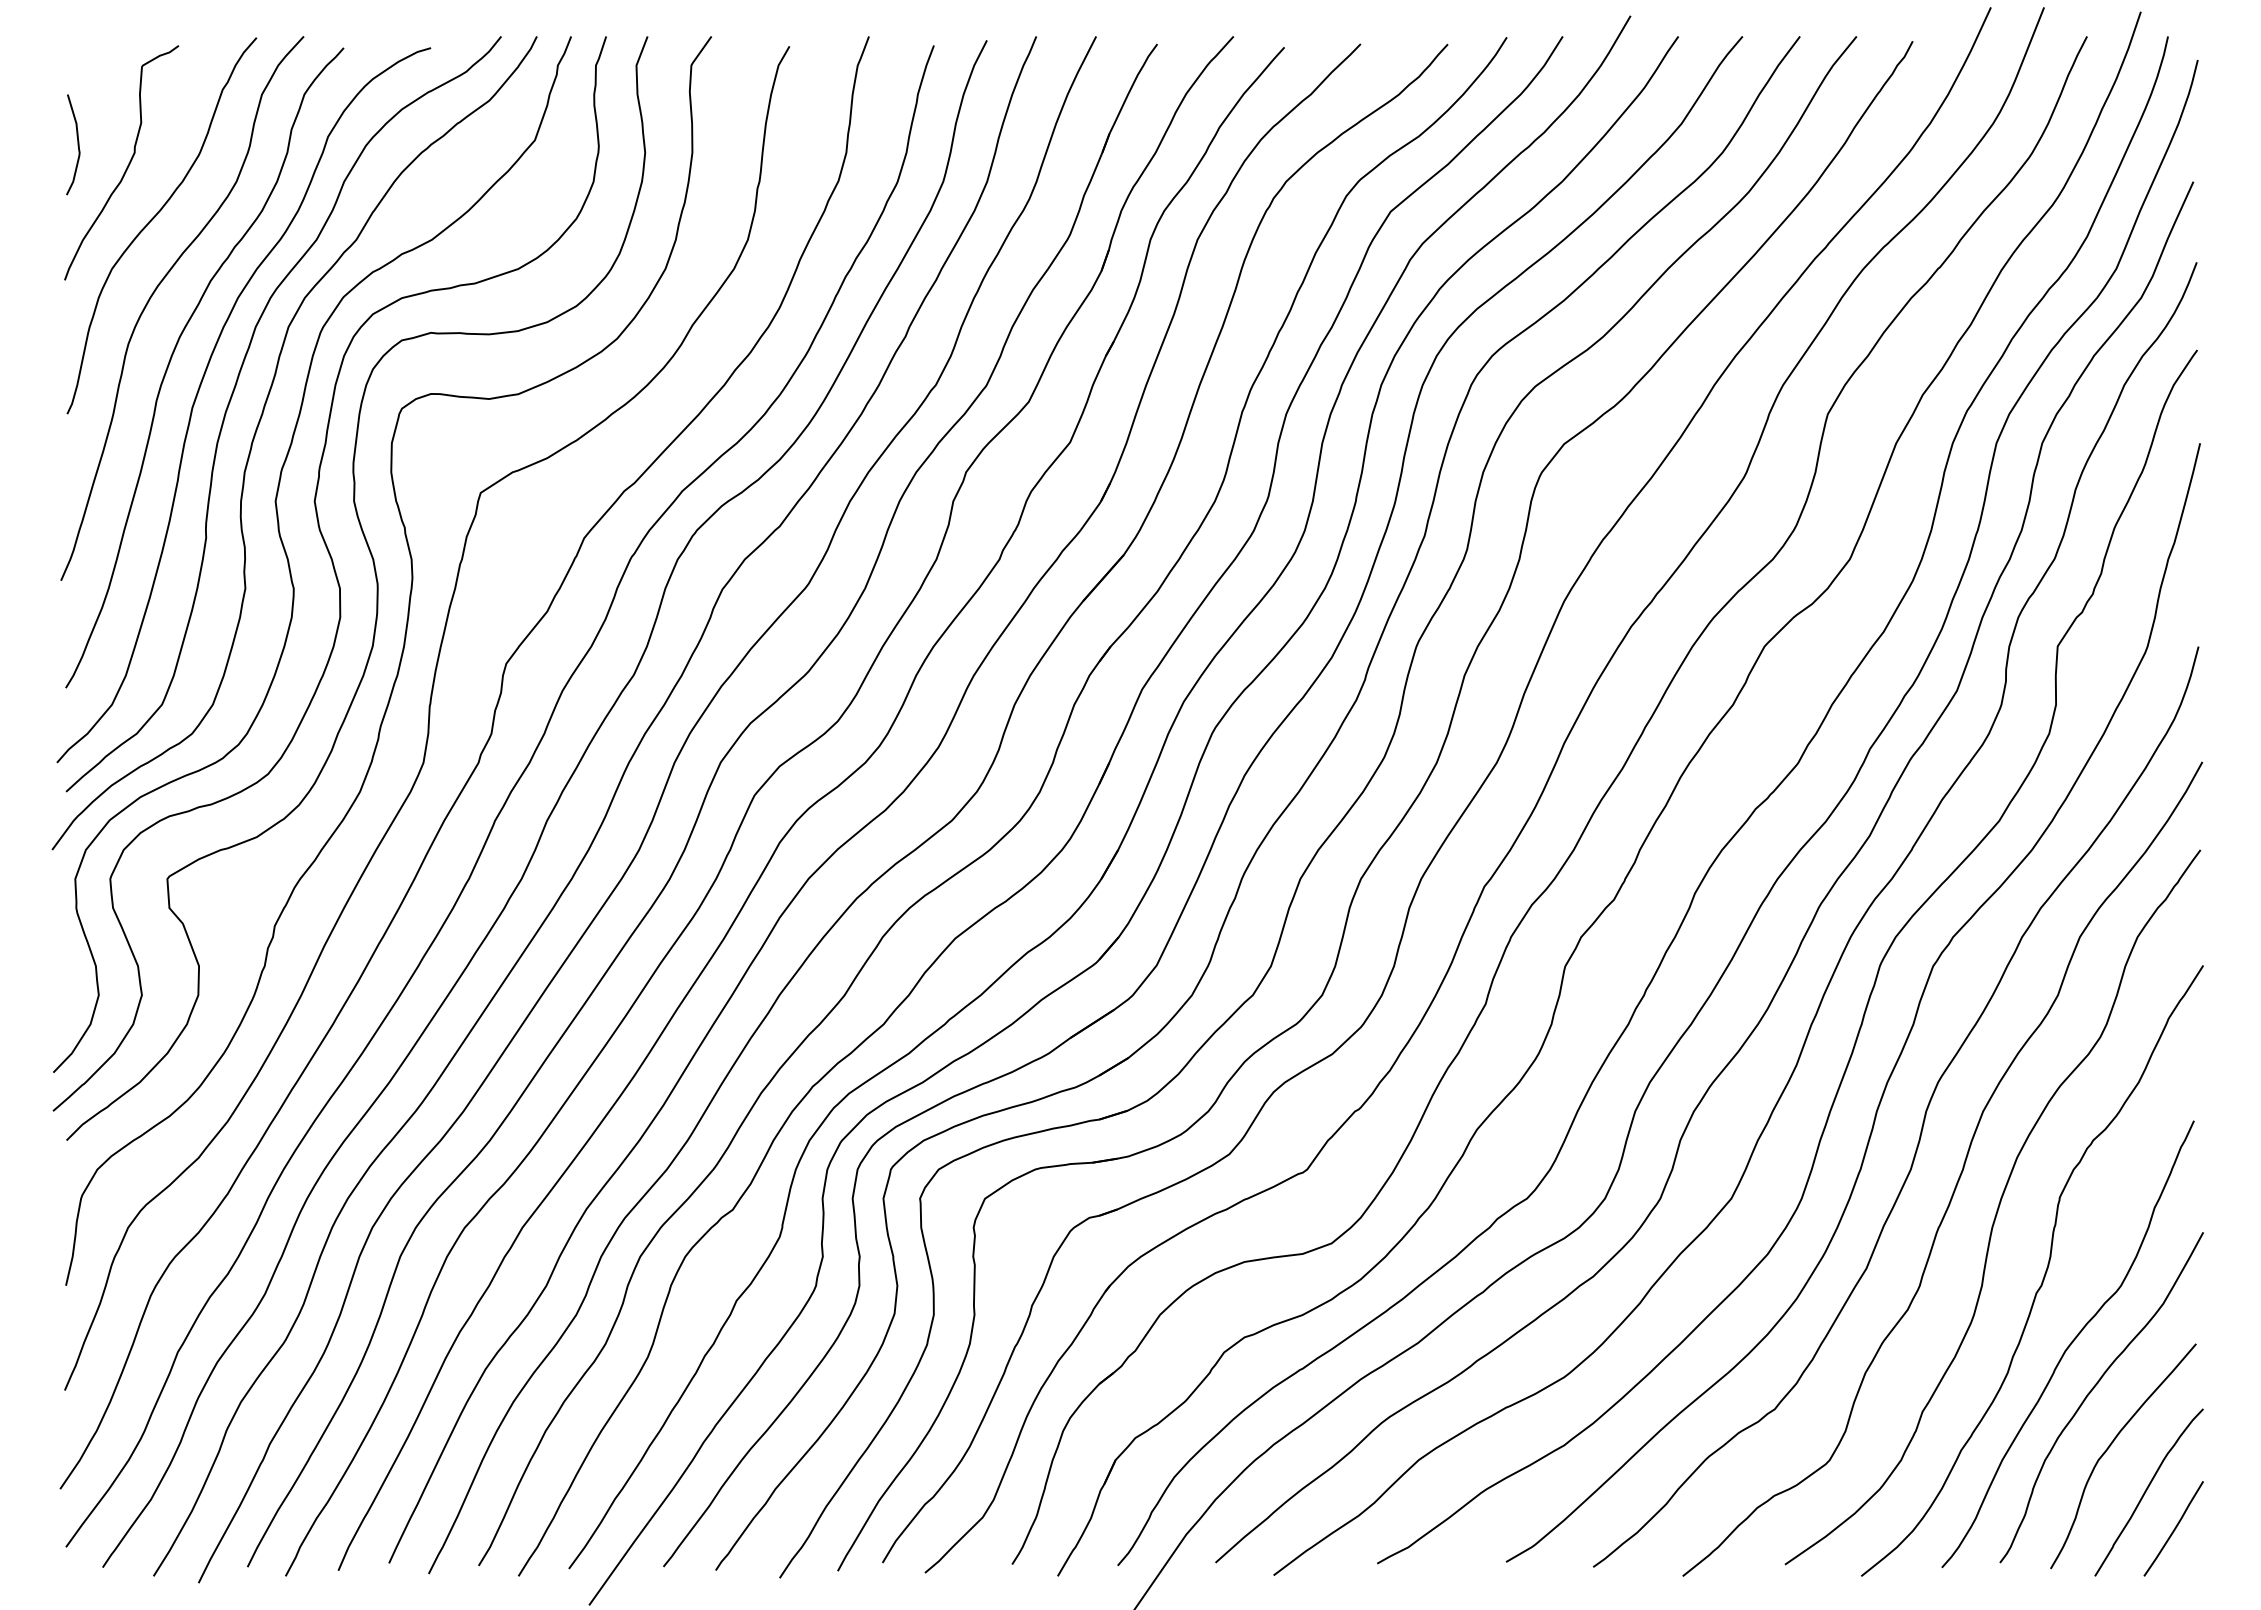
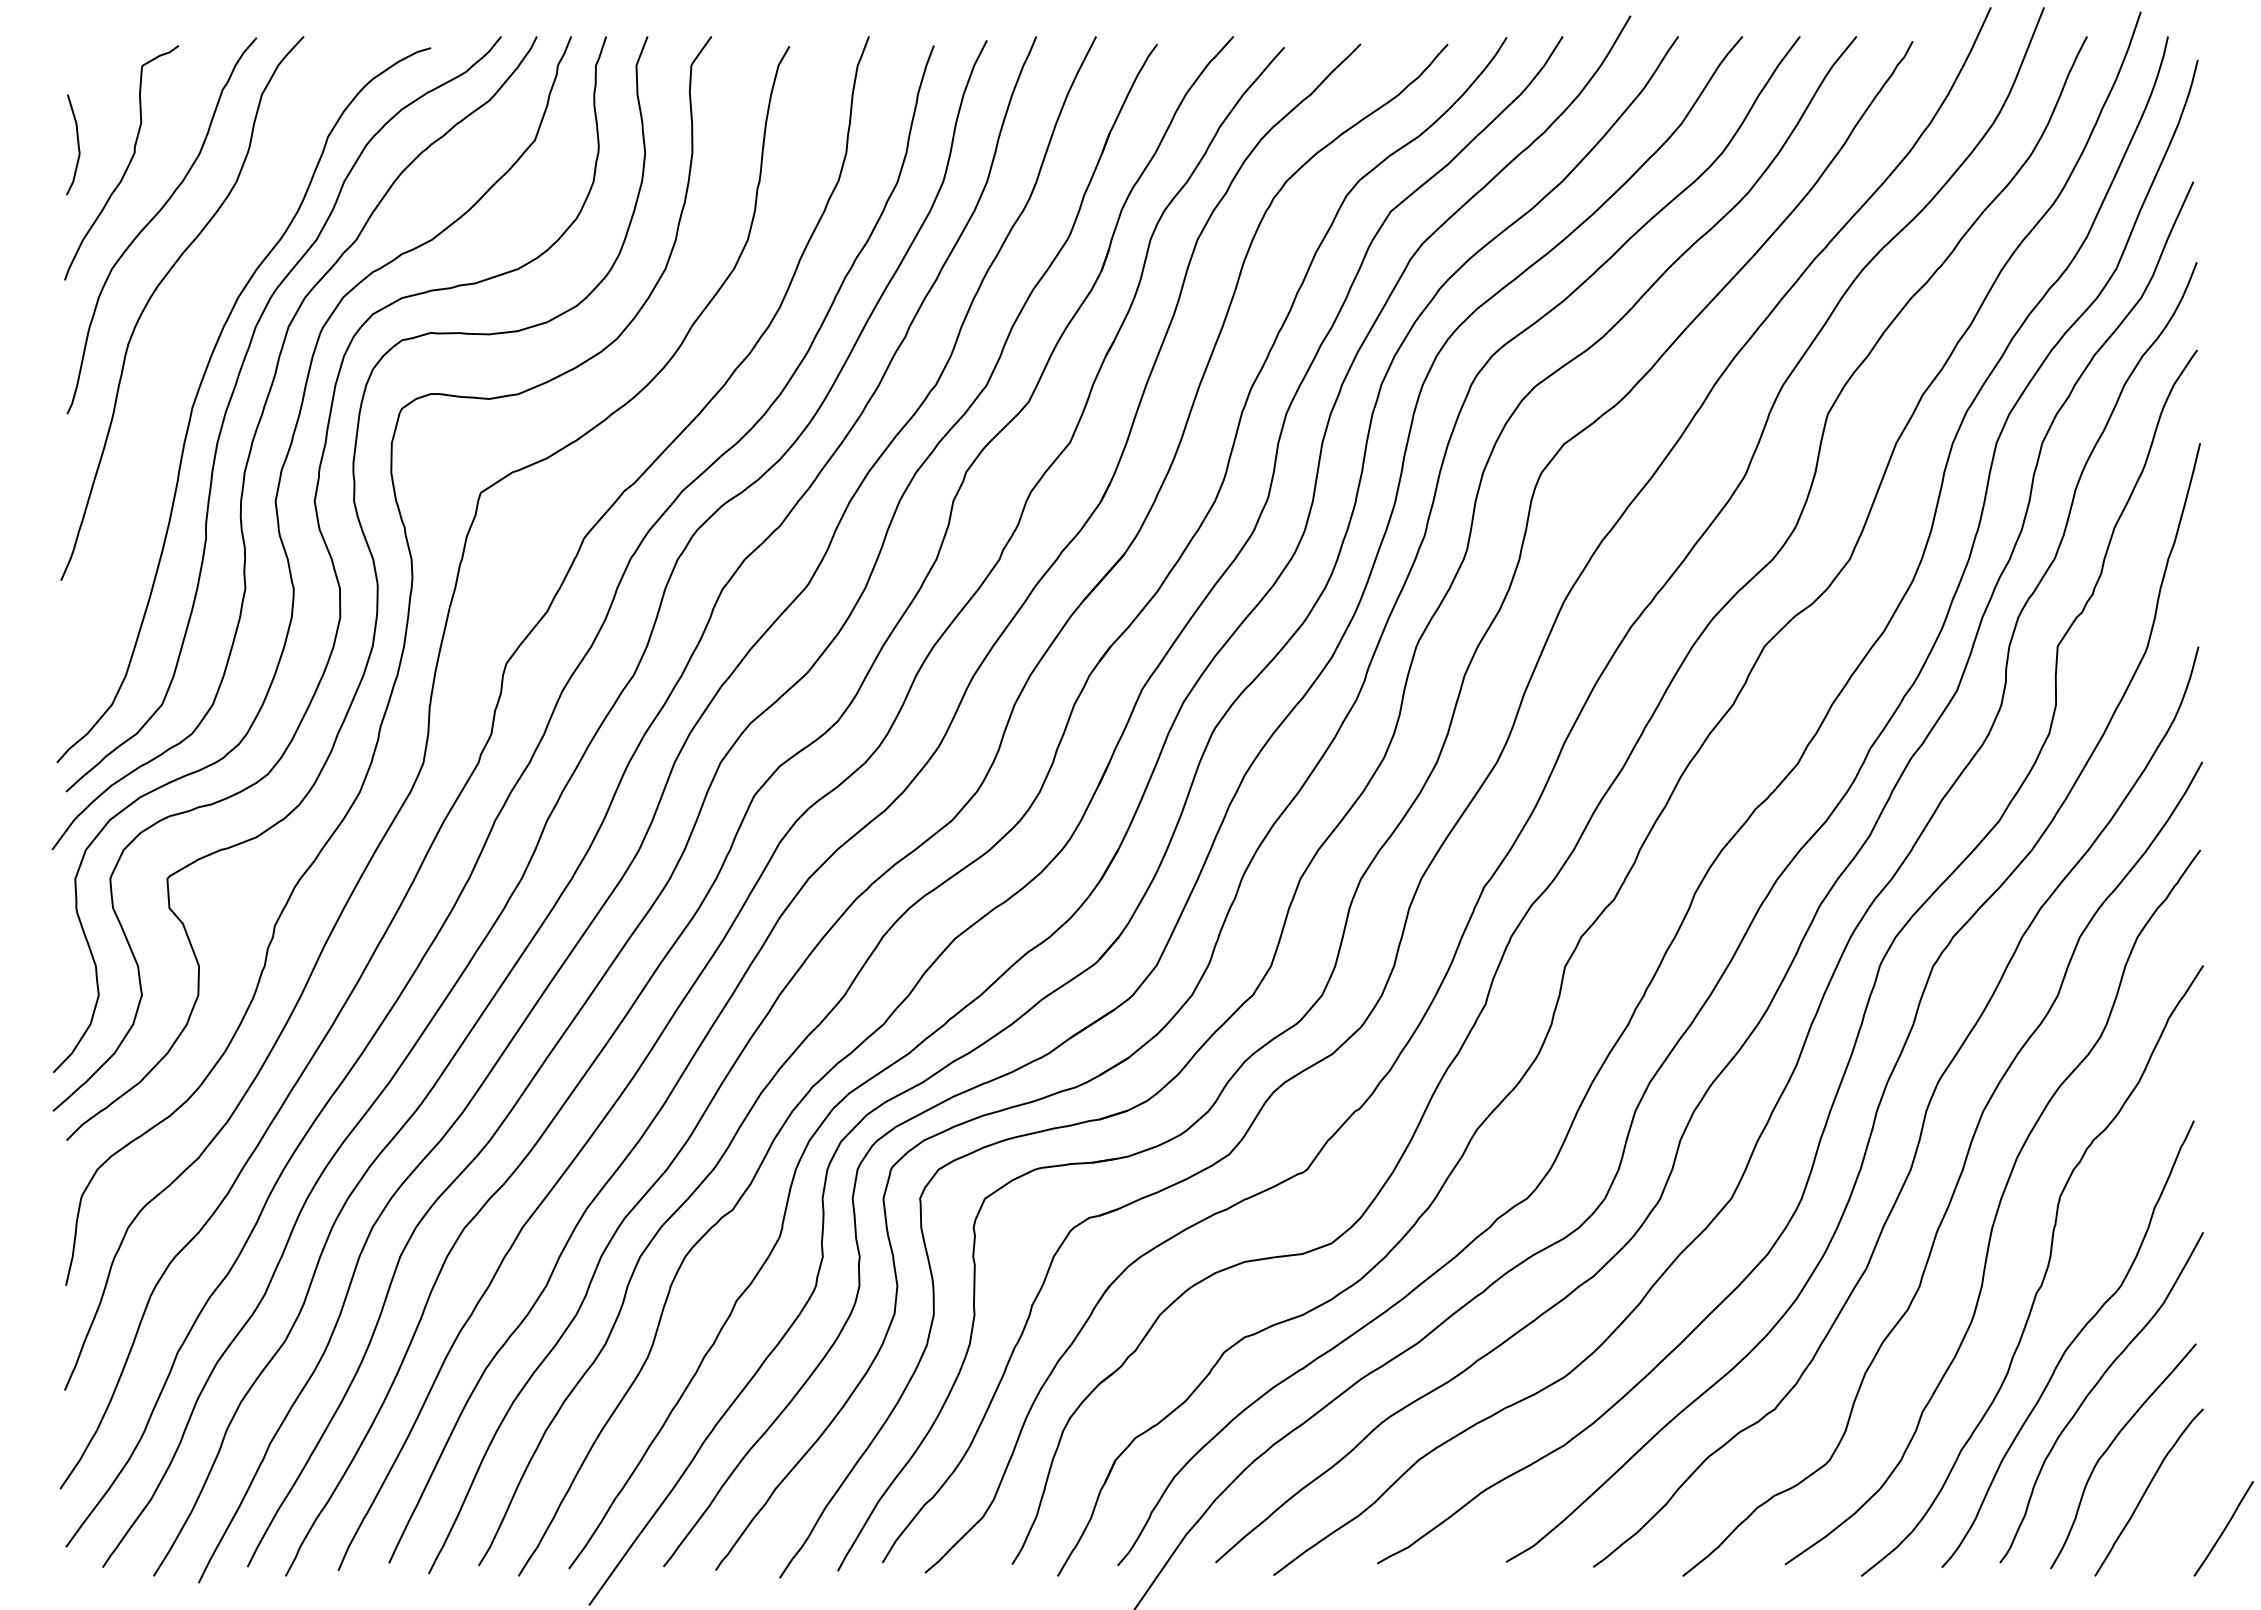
curve at (172, 357): present -> none
curve at (2174, 1528) position: (2174, 1528) -> (2224, 1528)
